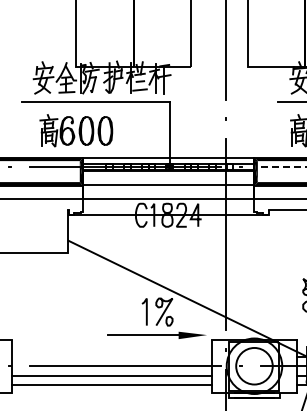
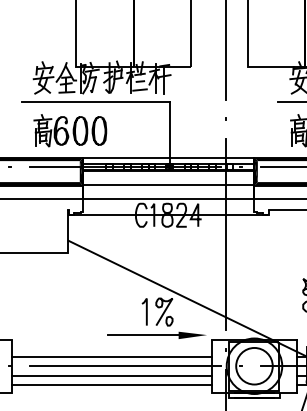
part at (76, 130) position: (76, 130) -> (70, 130)
line at (283, 167): dashed -> solid
line at (111, 356): none -> present
